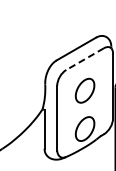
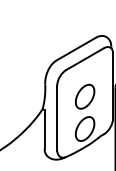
line at (85, 59): dashed -> solid
part at (85, 90) position: (85, 90) -> (85, 96)
